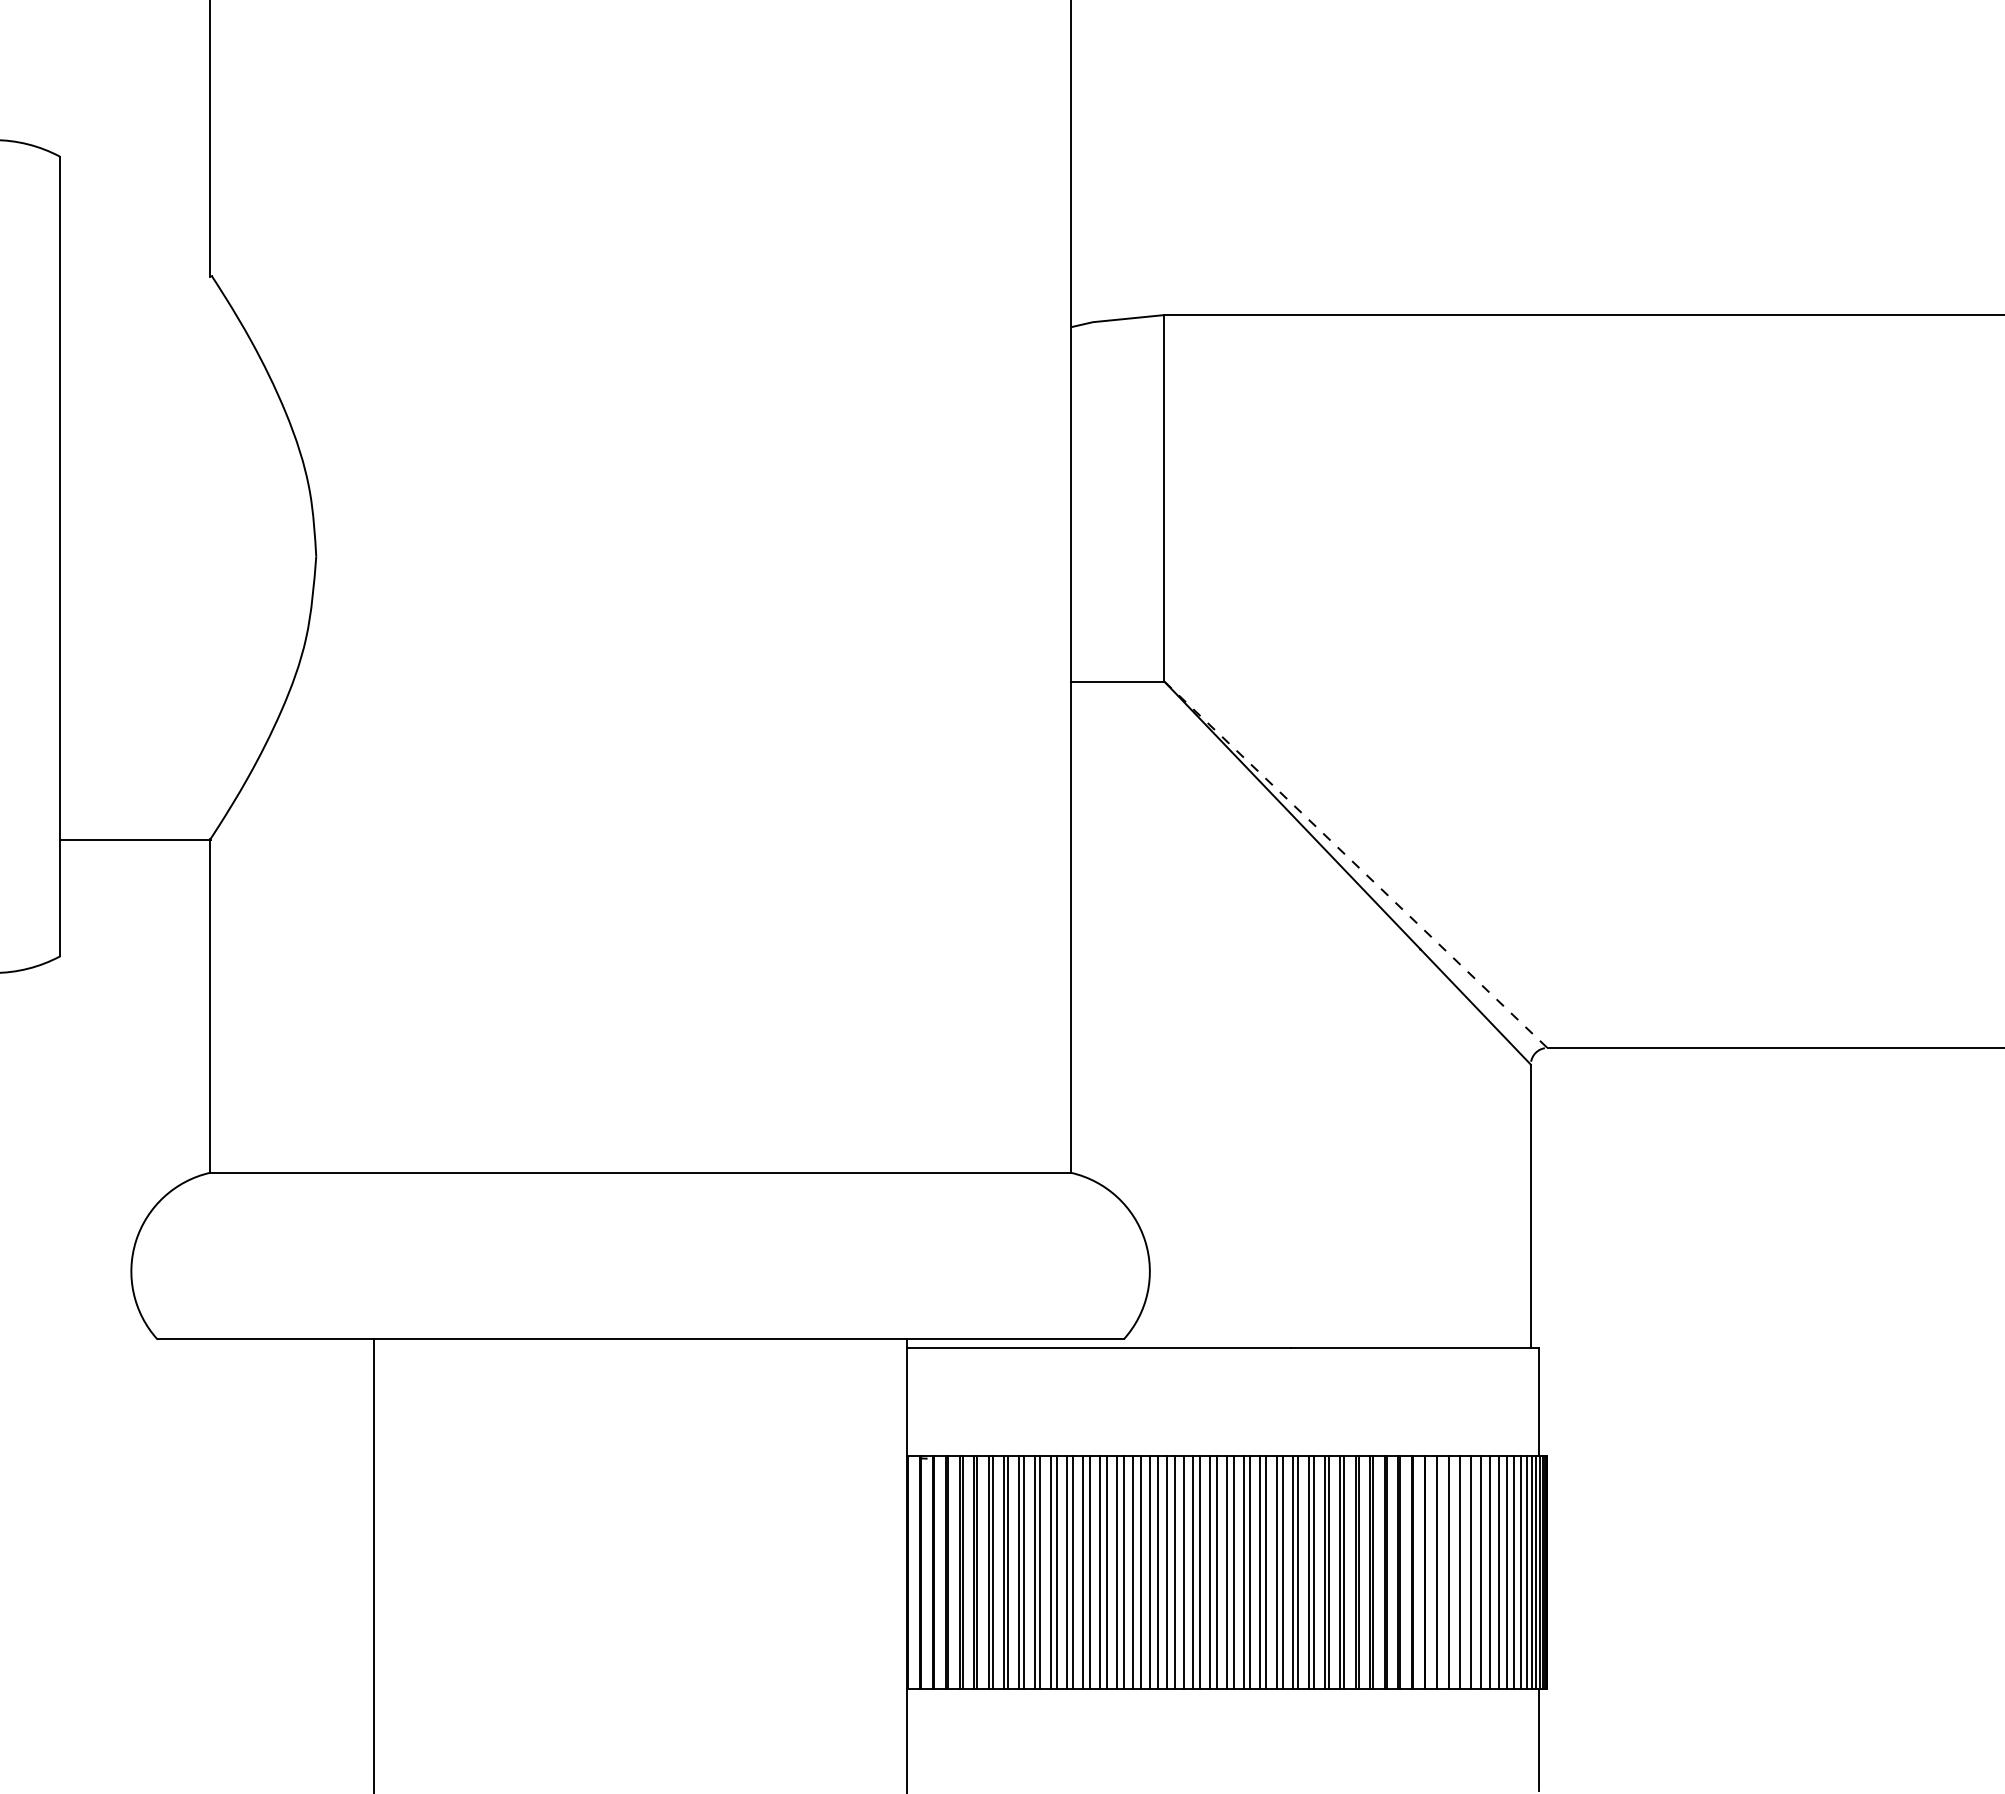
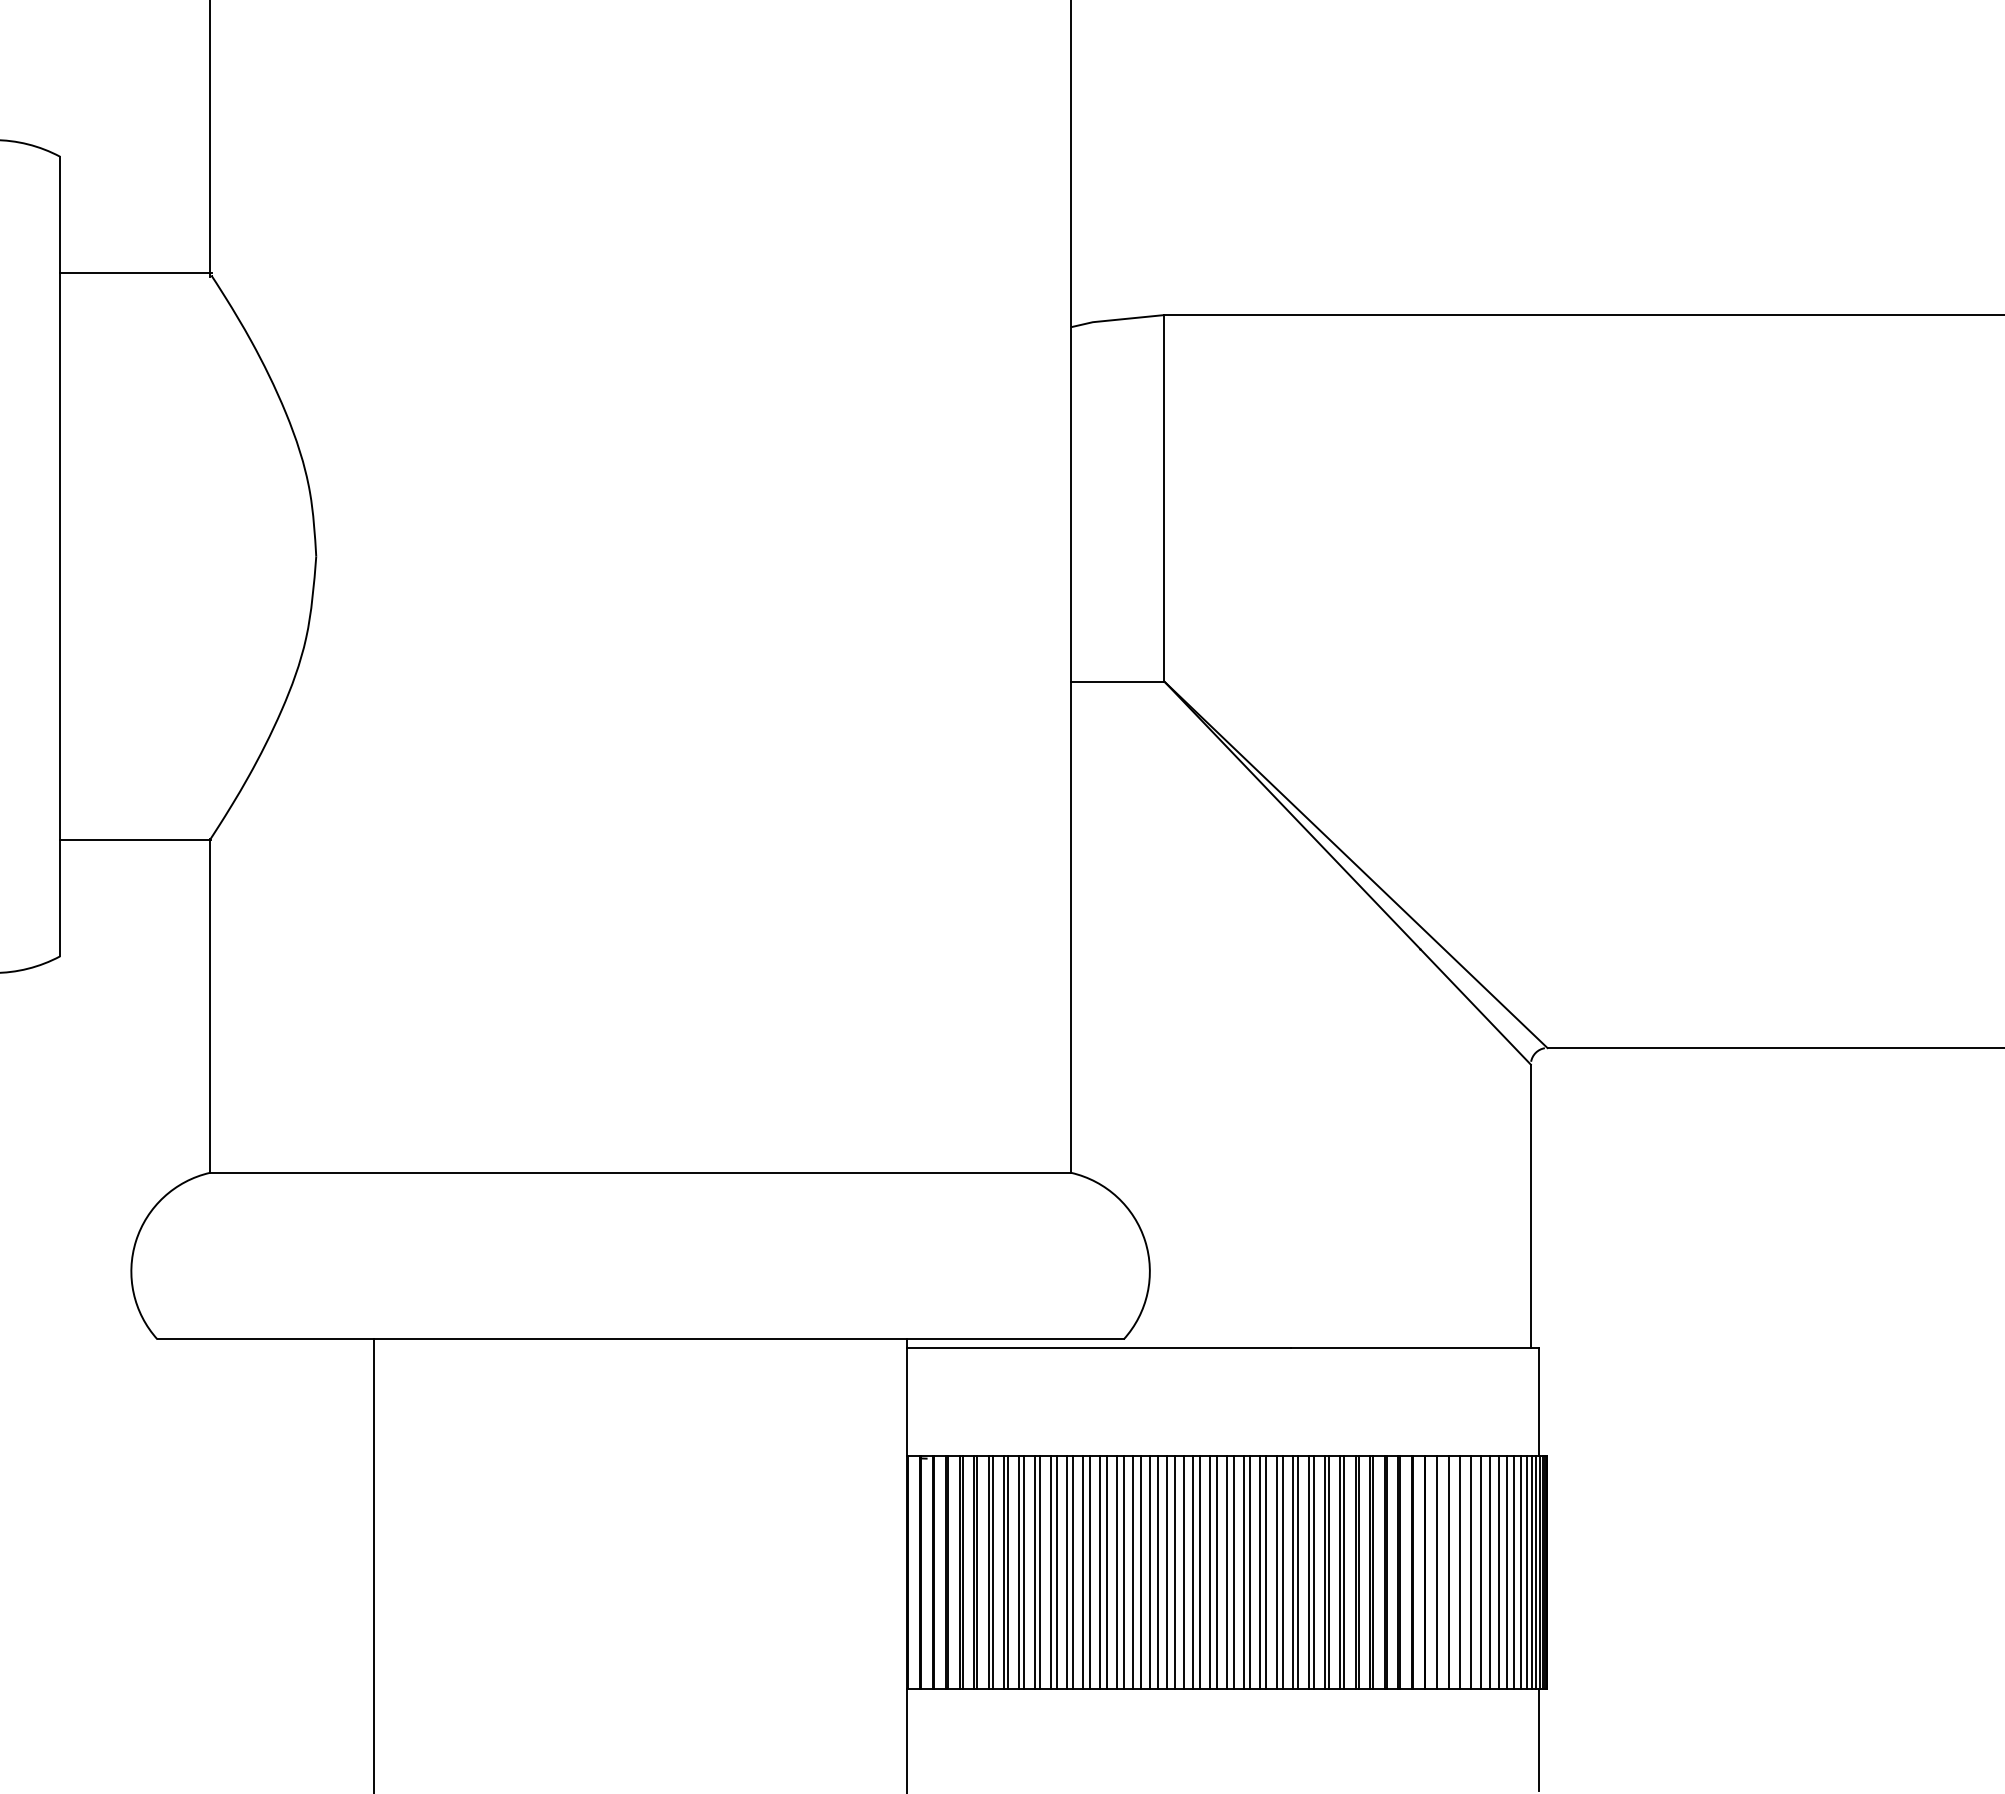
line at (136, 273): none -> present
line at (1356, 865): dashed -> solid
